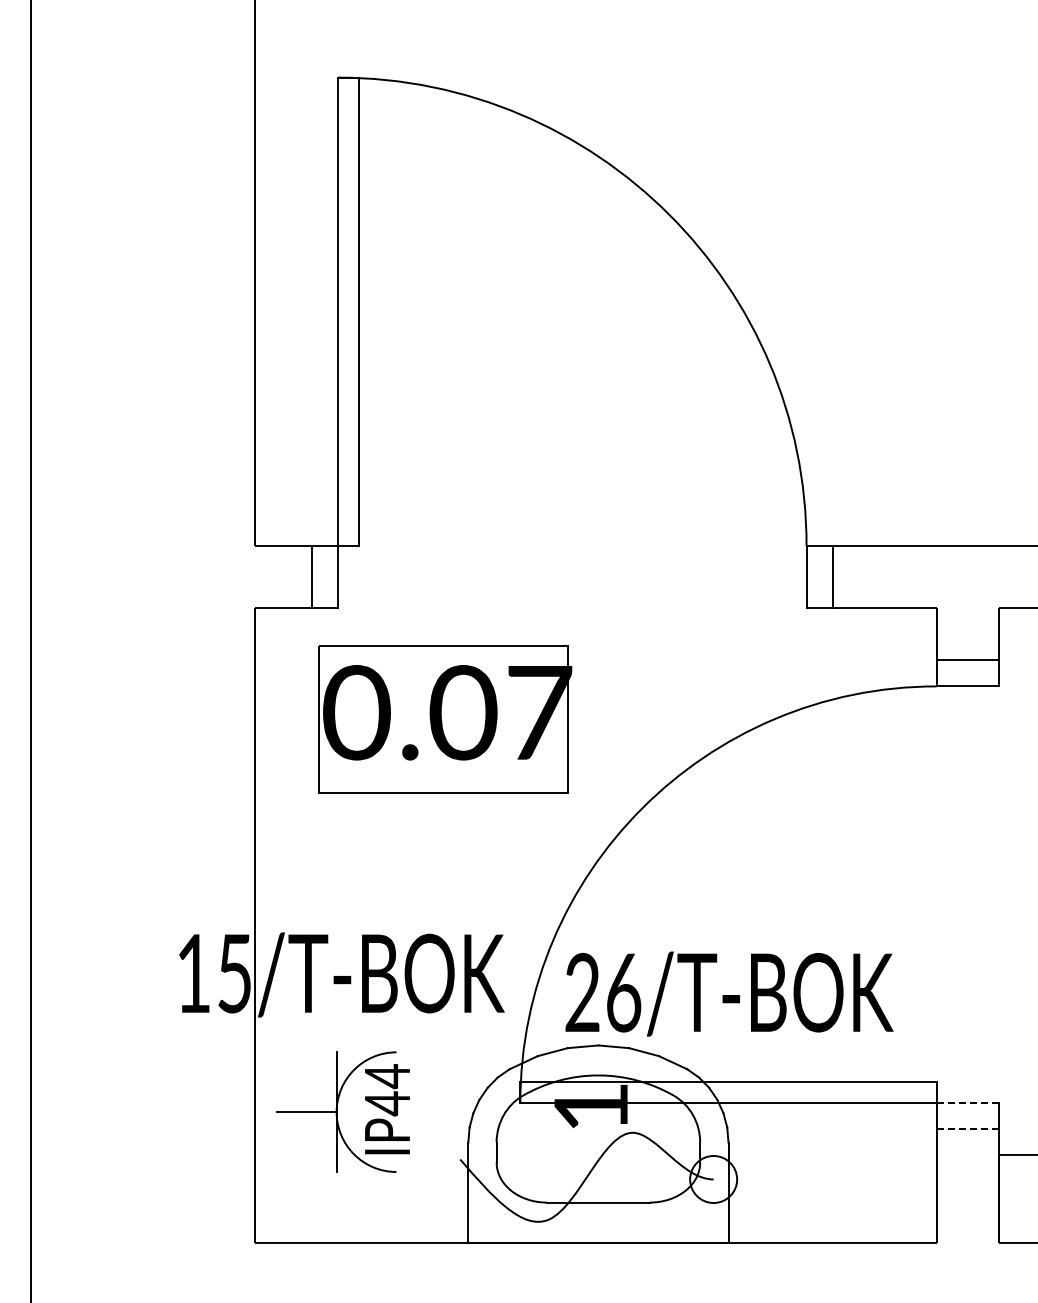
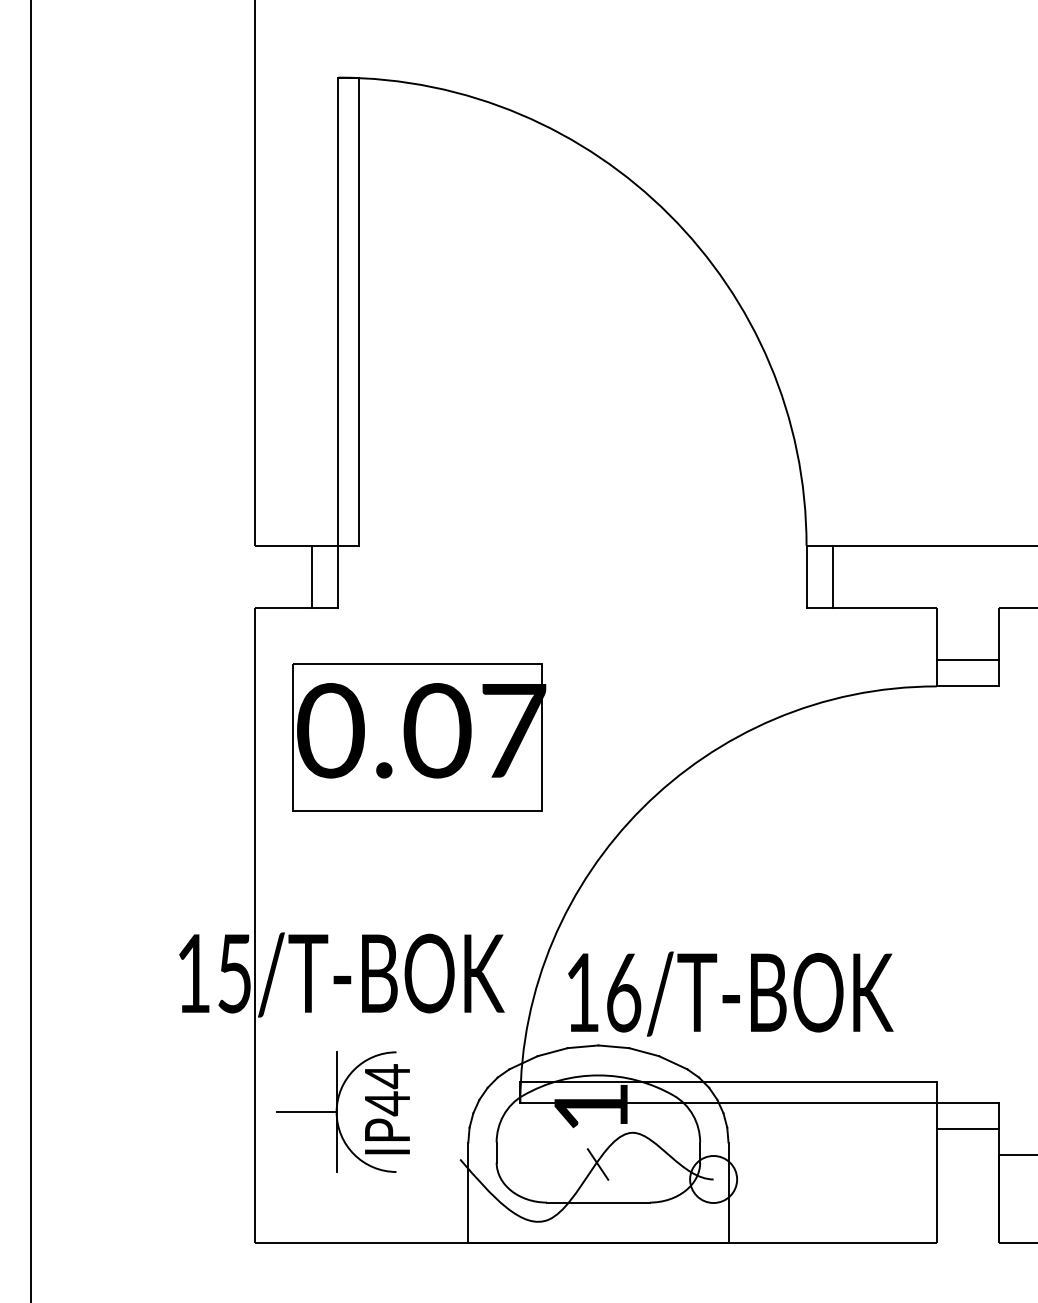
part at (445, 719) position: (445, 719) -> (419, 737)
text at (582, 991): 26/T-BOK -> 16/T-BOK
line at (968, 1102): dashed -> solid
line at (967, 1128): dashed -> solid
line at (597, 1164): none -> present
